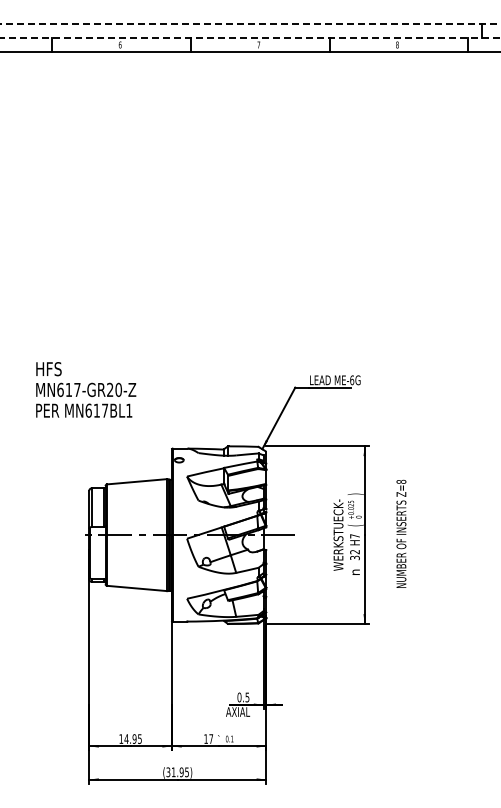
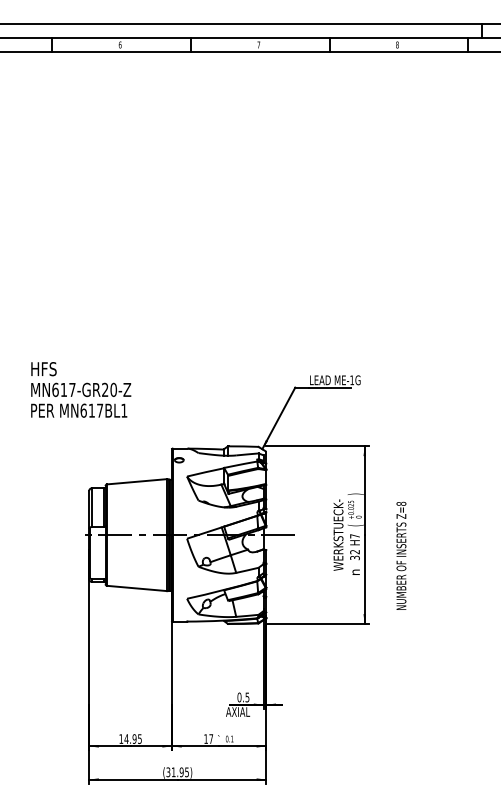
line at (250, 24): dashed -> solid
line at (250, 38): dashed -> solid
text at (352, 380): ME-6G -> ME-1G
text at (86, 389) position: (86, 389) -> (81, 389)
text at (401, 533) position: (401, 533) -> (401, 555)
